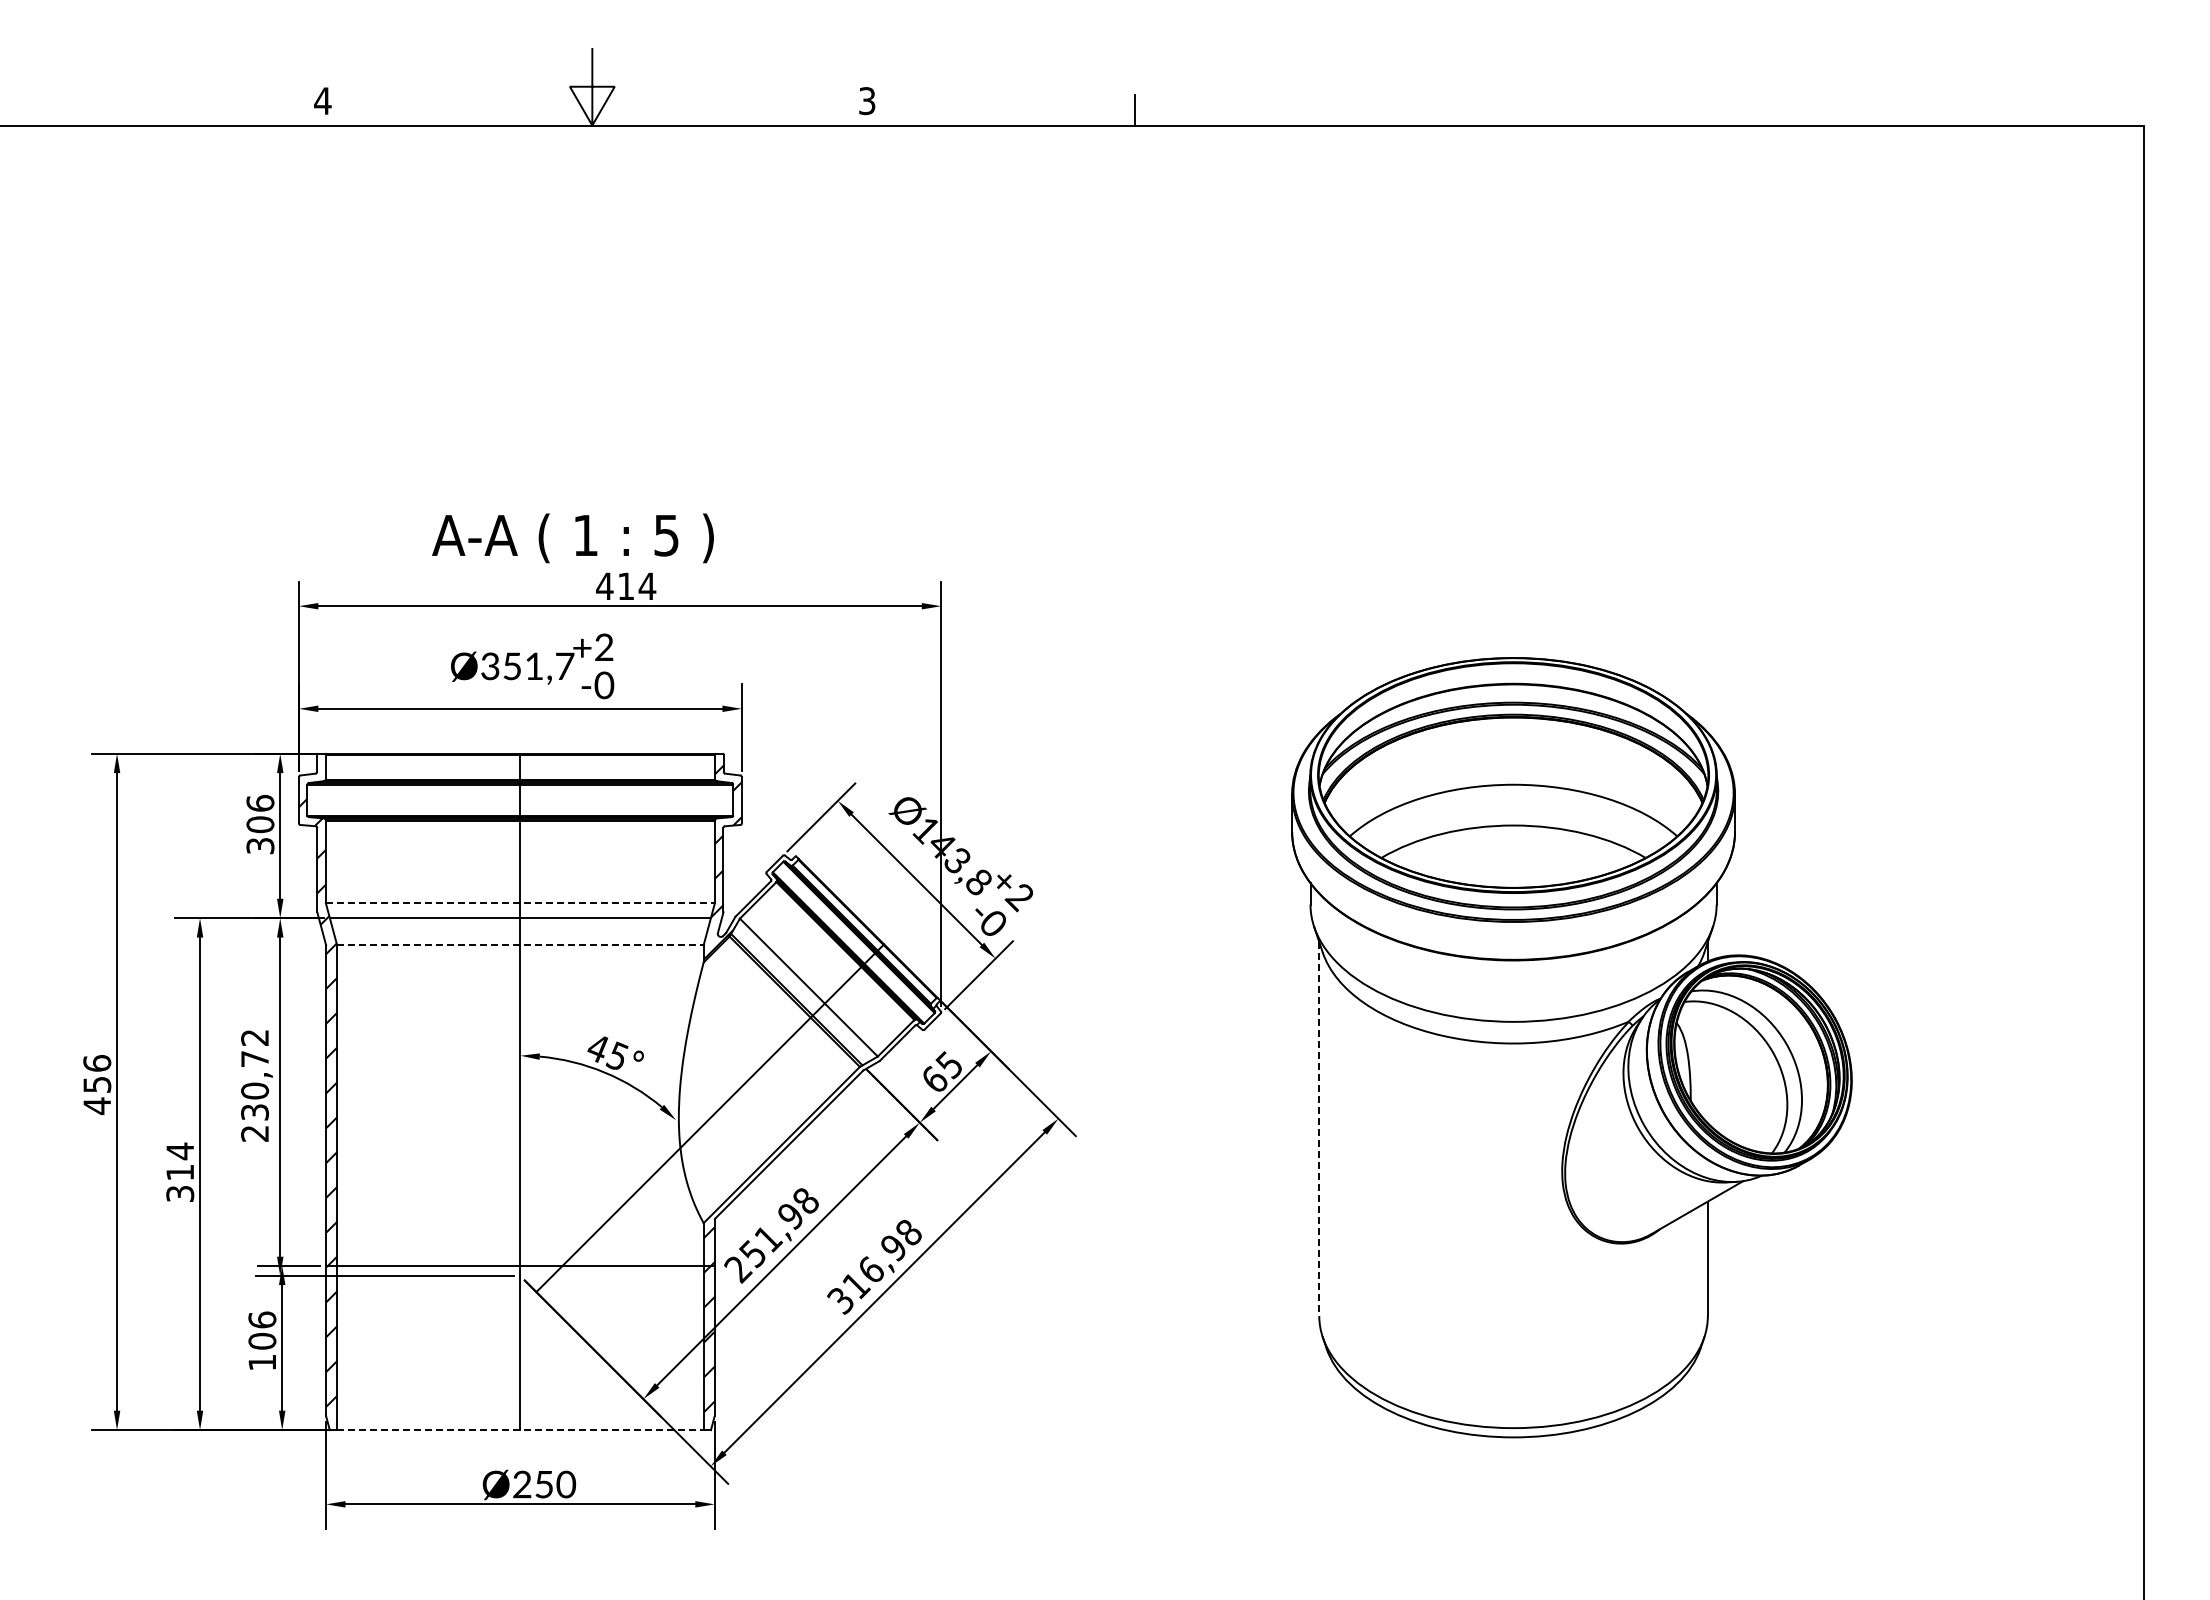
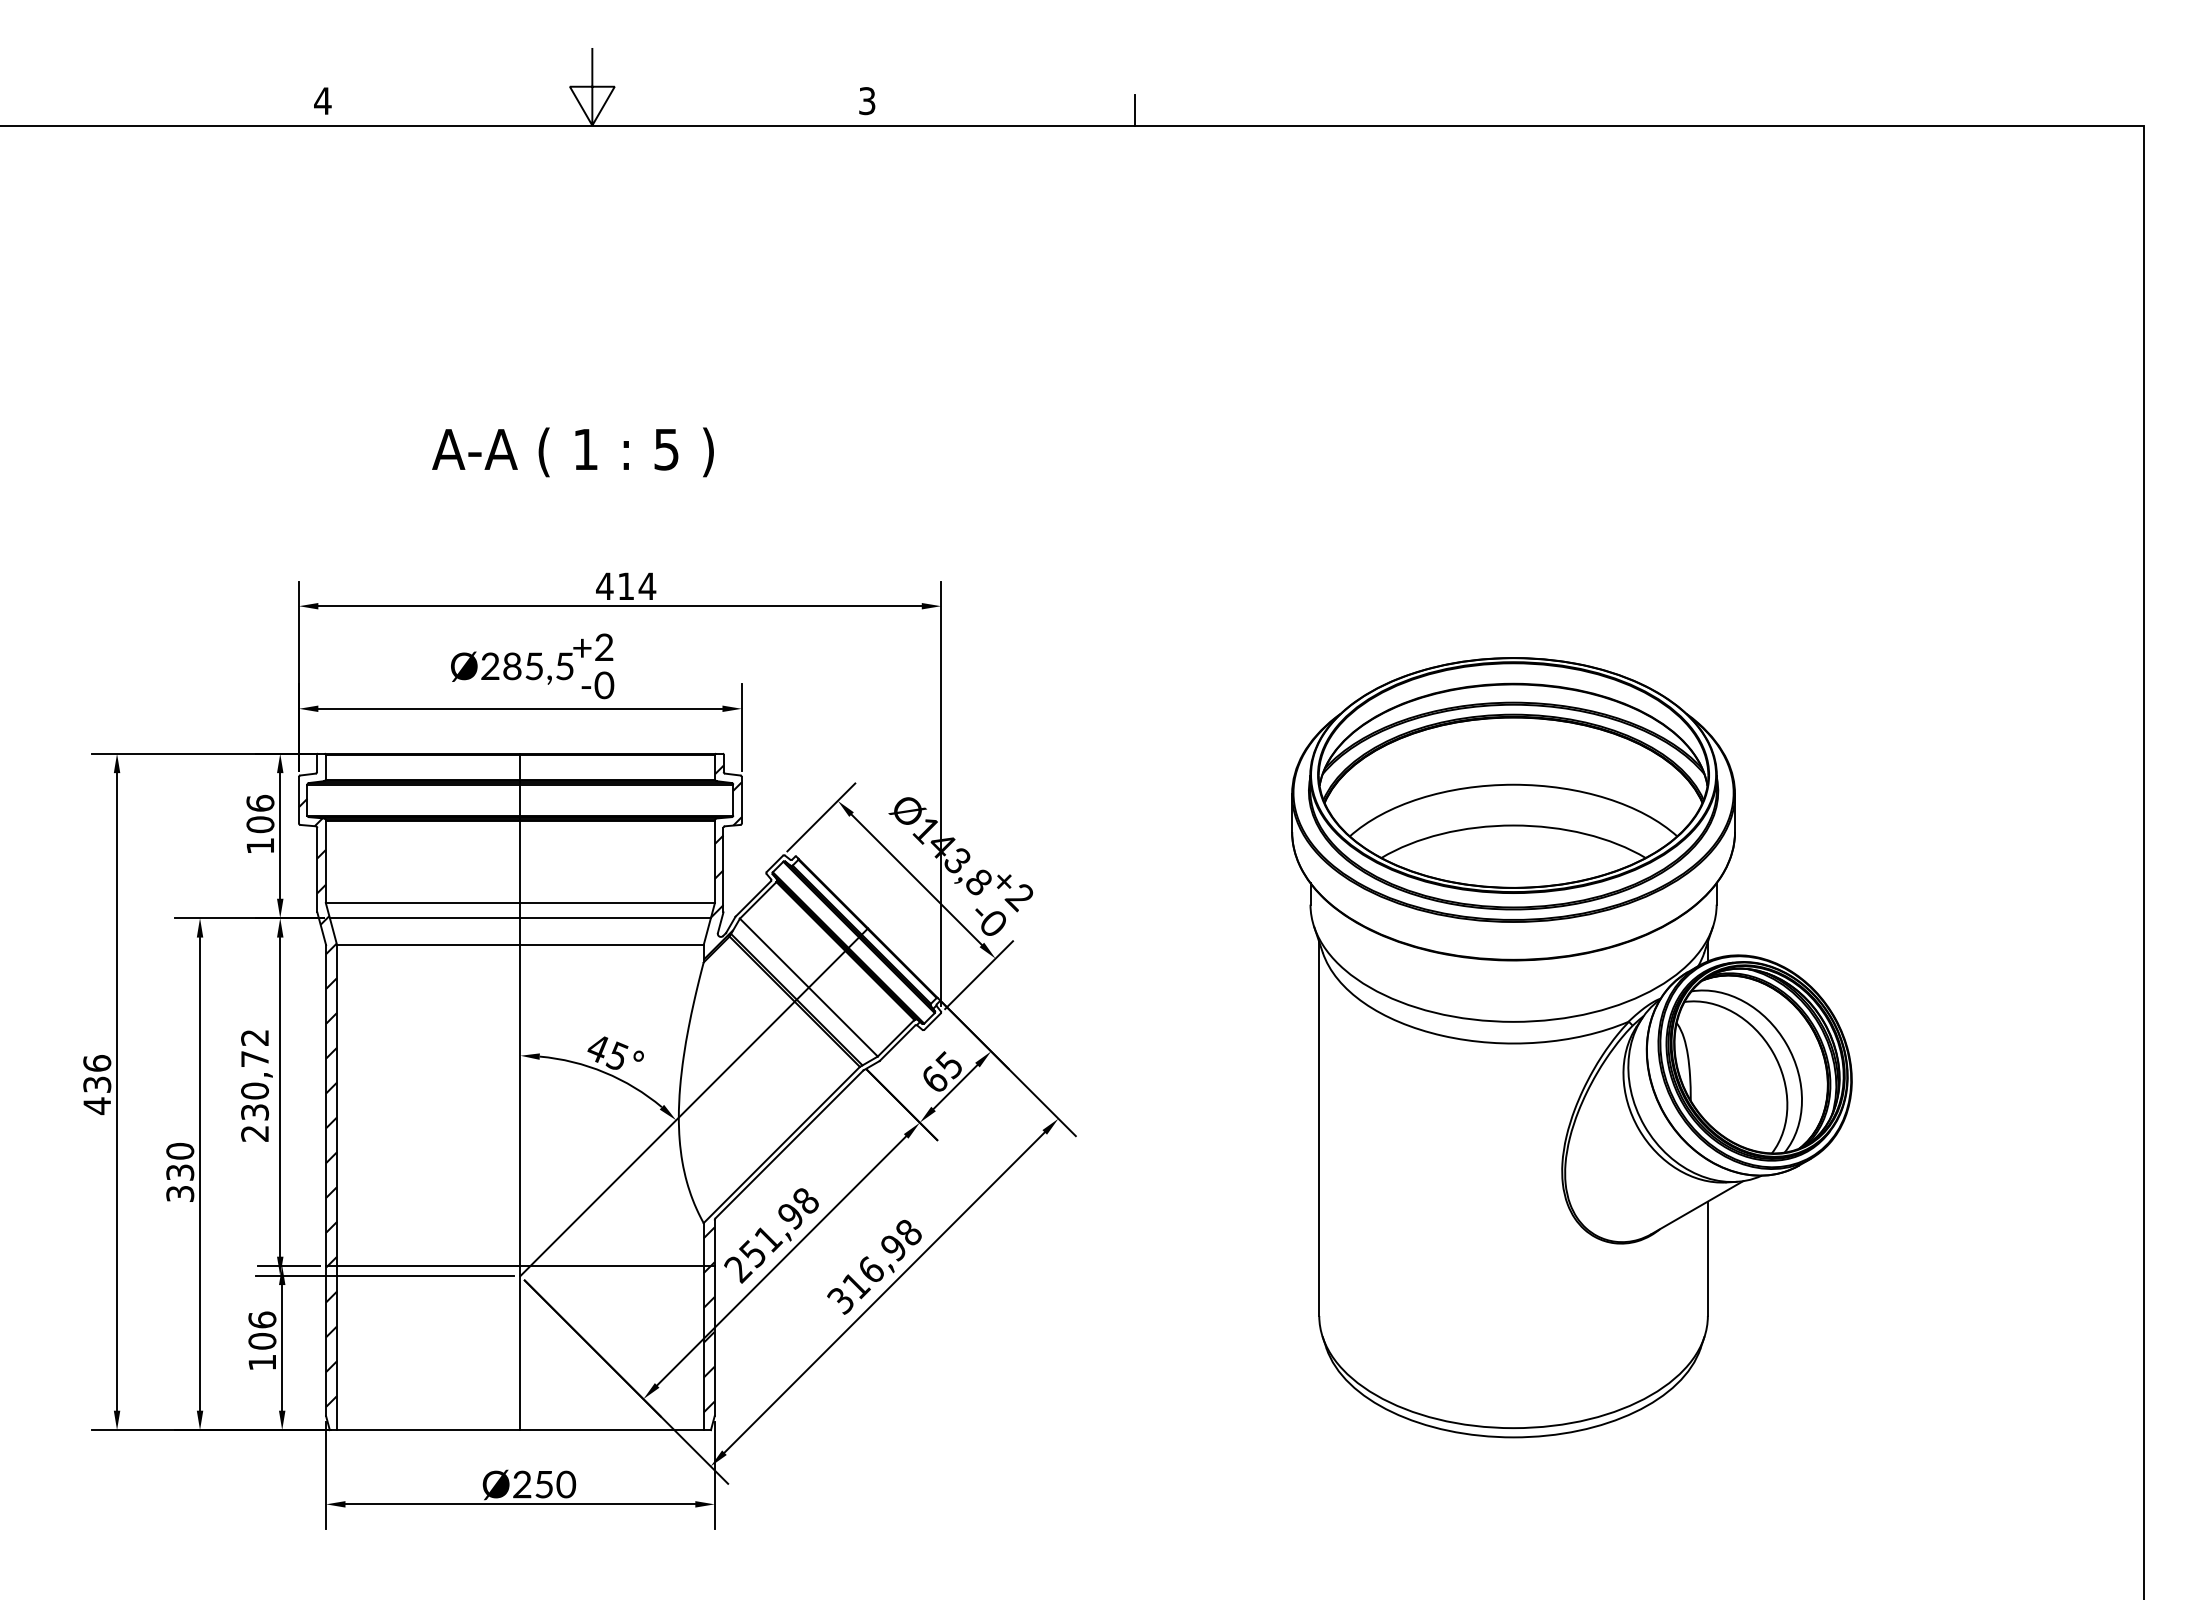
text at (572, 538) position: (572, 538) -> (572, 452)
text at (527, 666): Ø351,7 -> Ø285,5
text at (260, 846): 306 -> 106
line at (520, 903): dashed -> solid
line at (520, 945): dashed -> solid
text at (96, 1084): 456 -> 436
line at (710, 1118) position: (710, 1118) -> (694, 1102)
line at (1319, 1129): dashed -> solid
text at (180, 1161): 314 -> 330
line at (520, 1430): dashed -> solid
